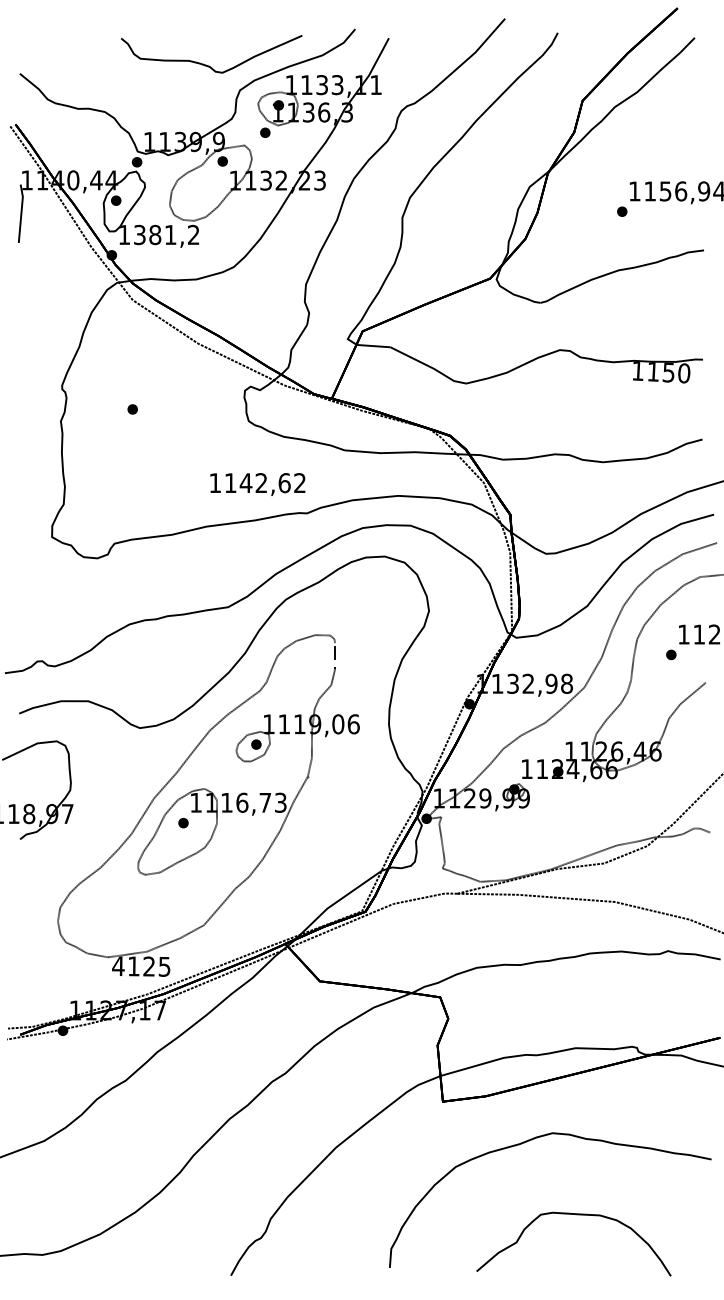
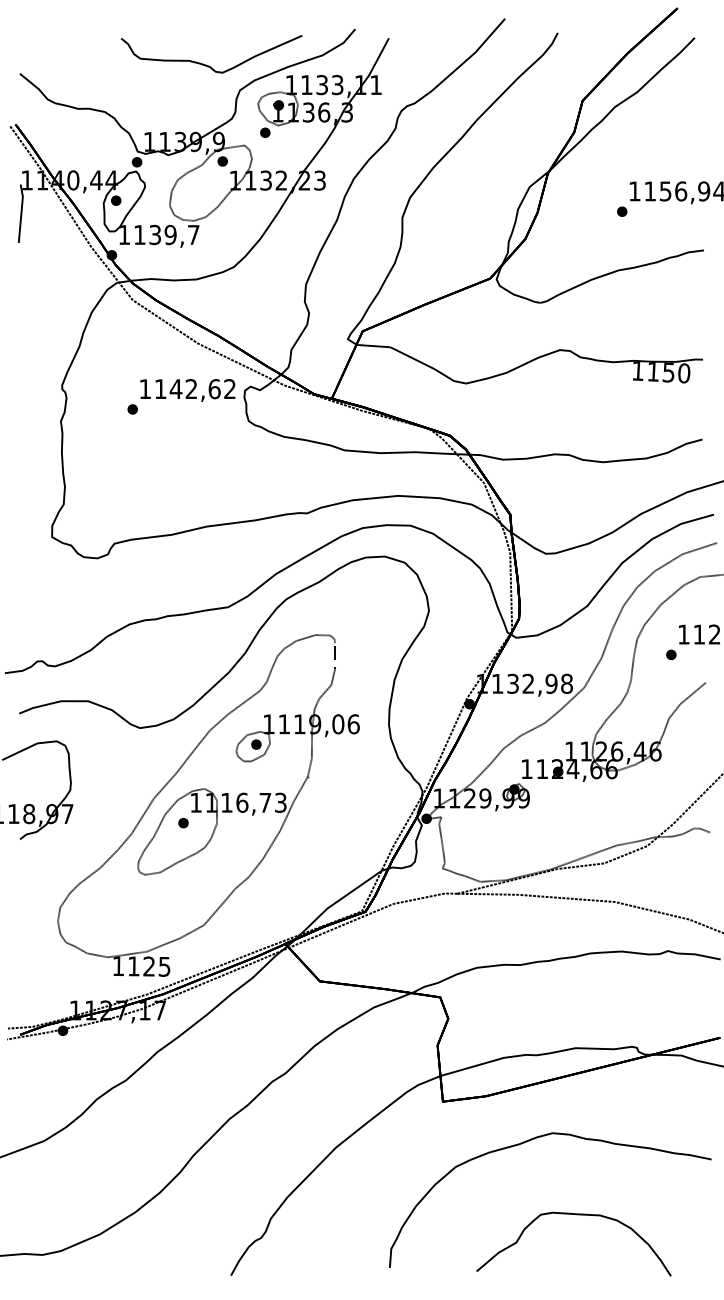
text at (166, 234): 1381,2 -> 1139,7
text at (257, 484) position: (257, 484) -> (187, 390)
text at (118, 965): 4125 -> 1125
